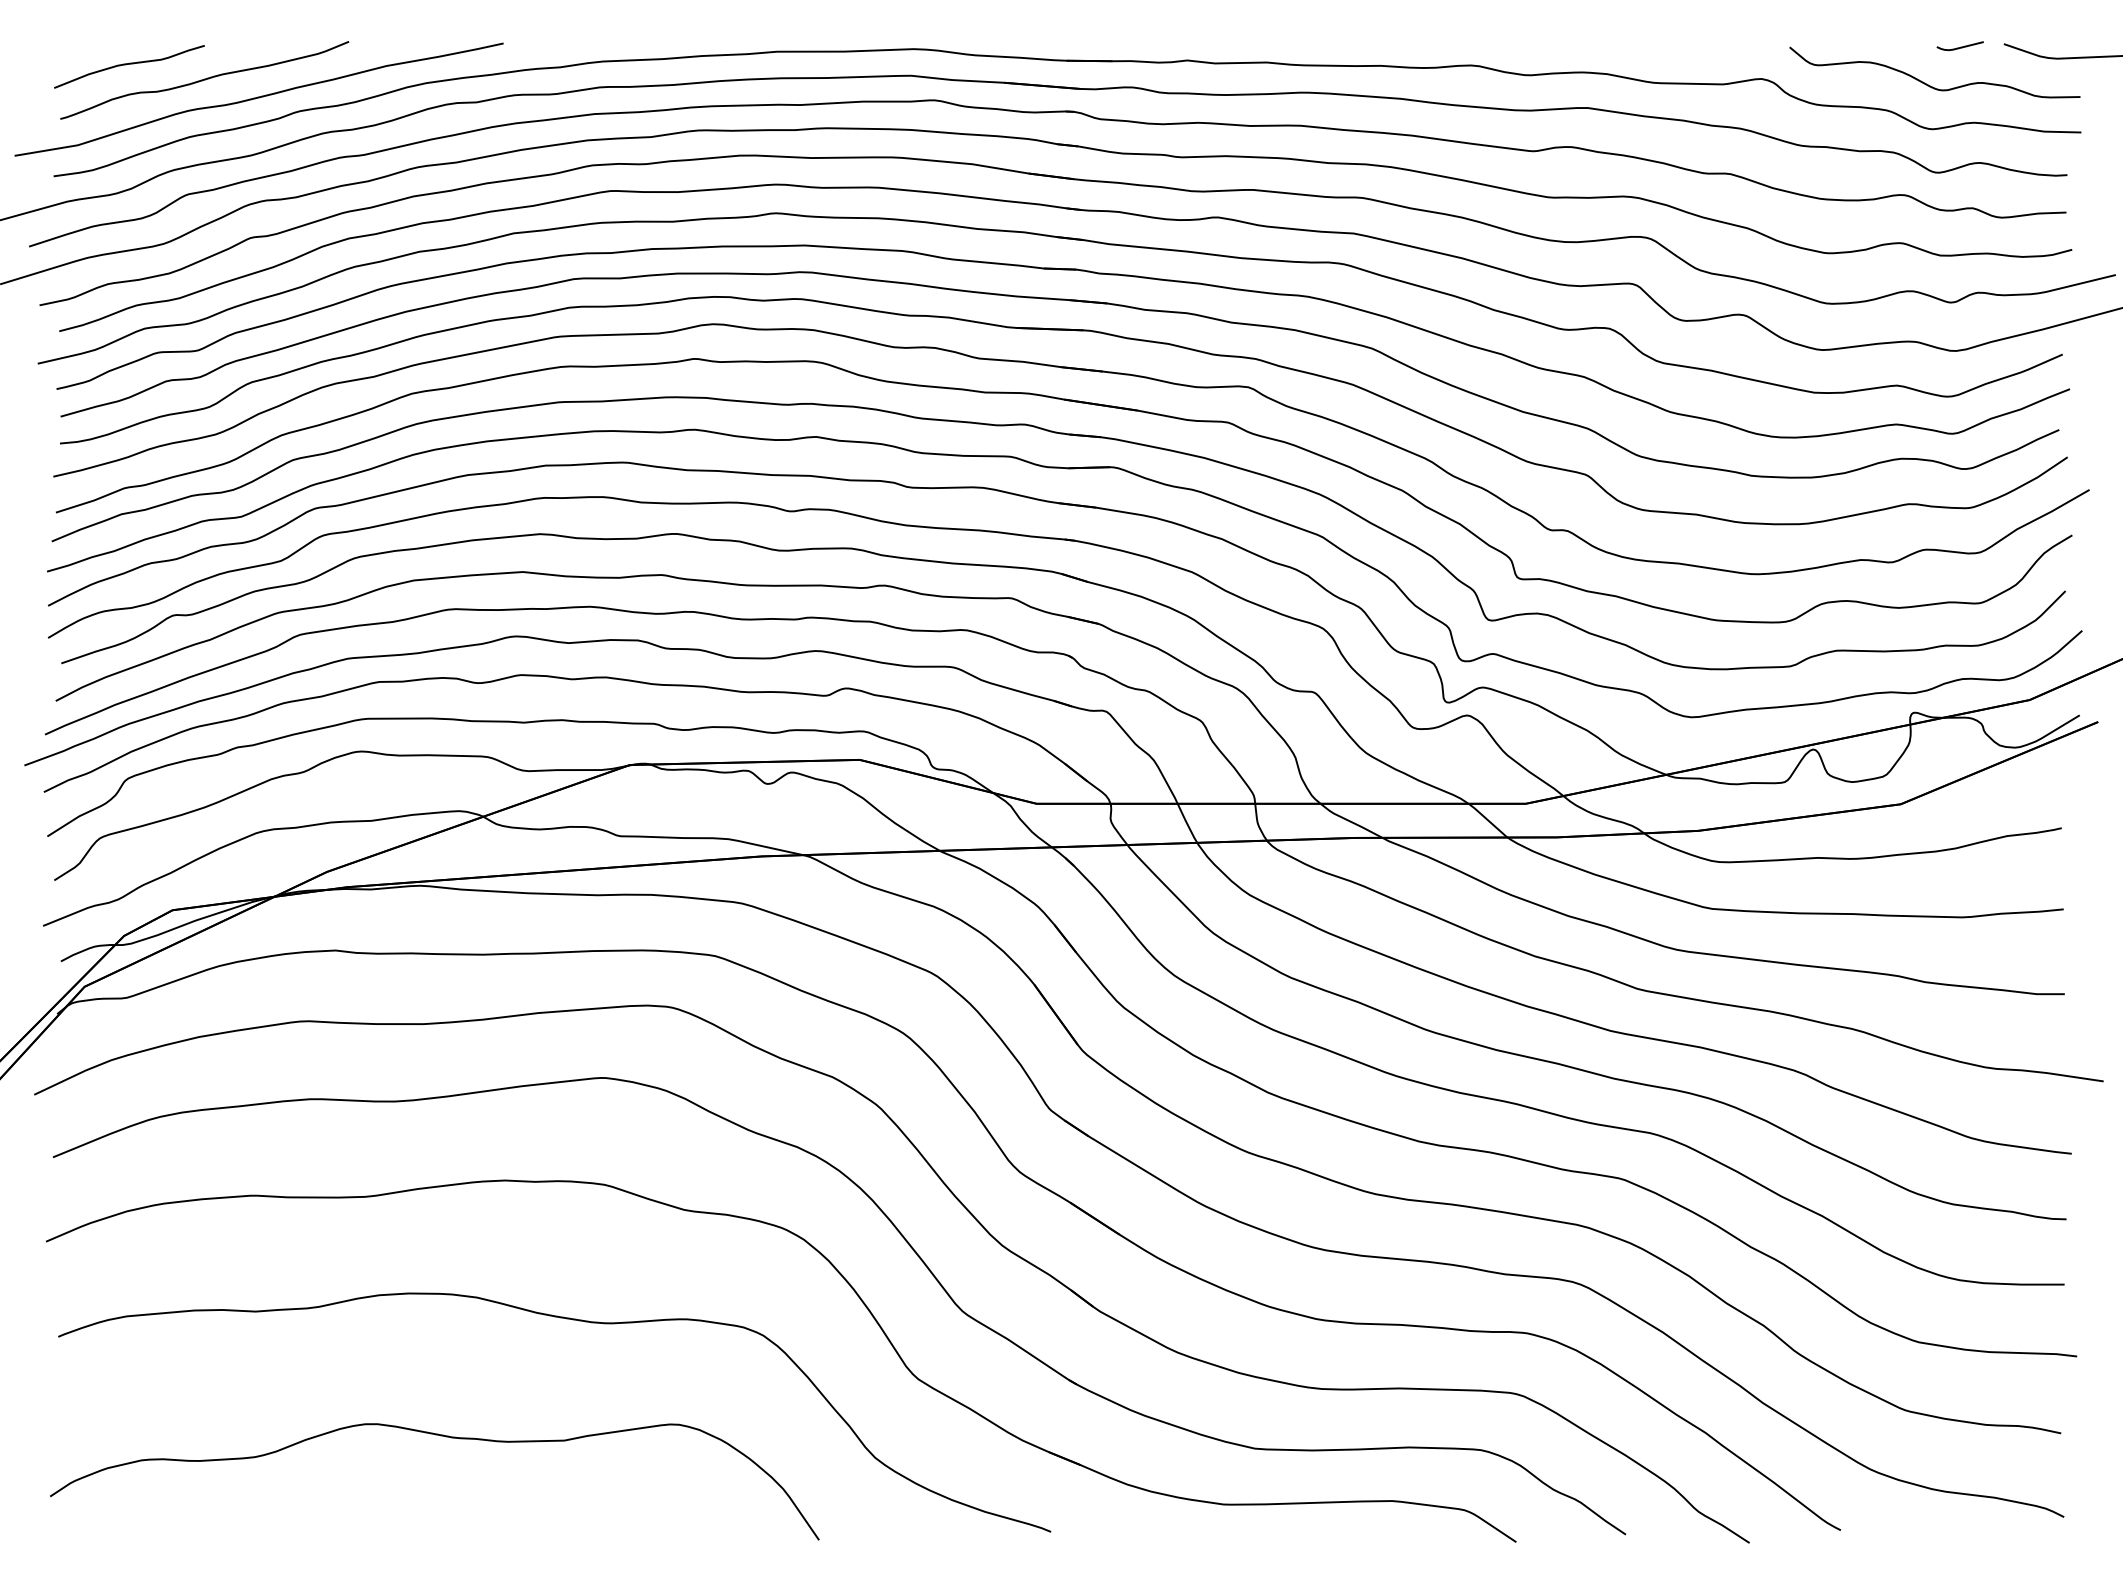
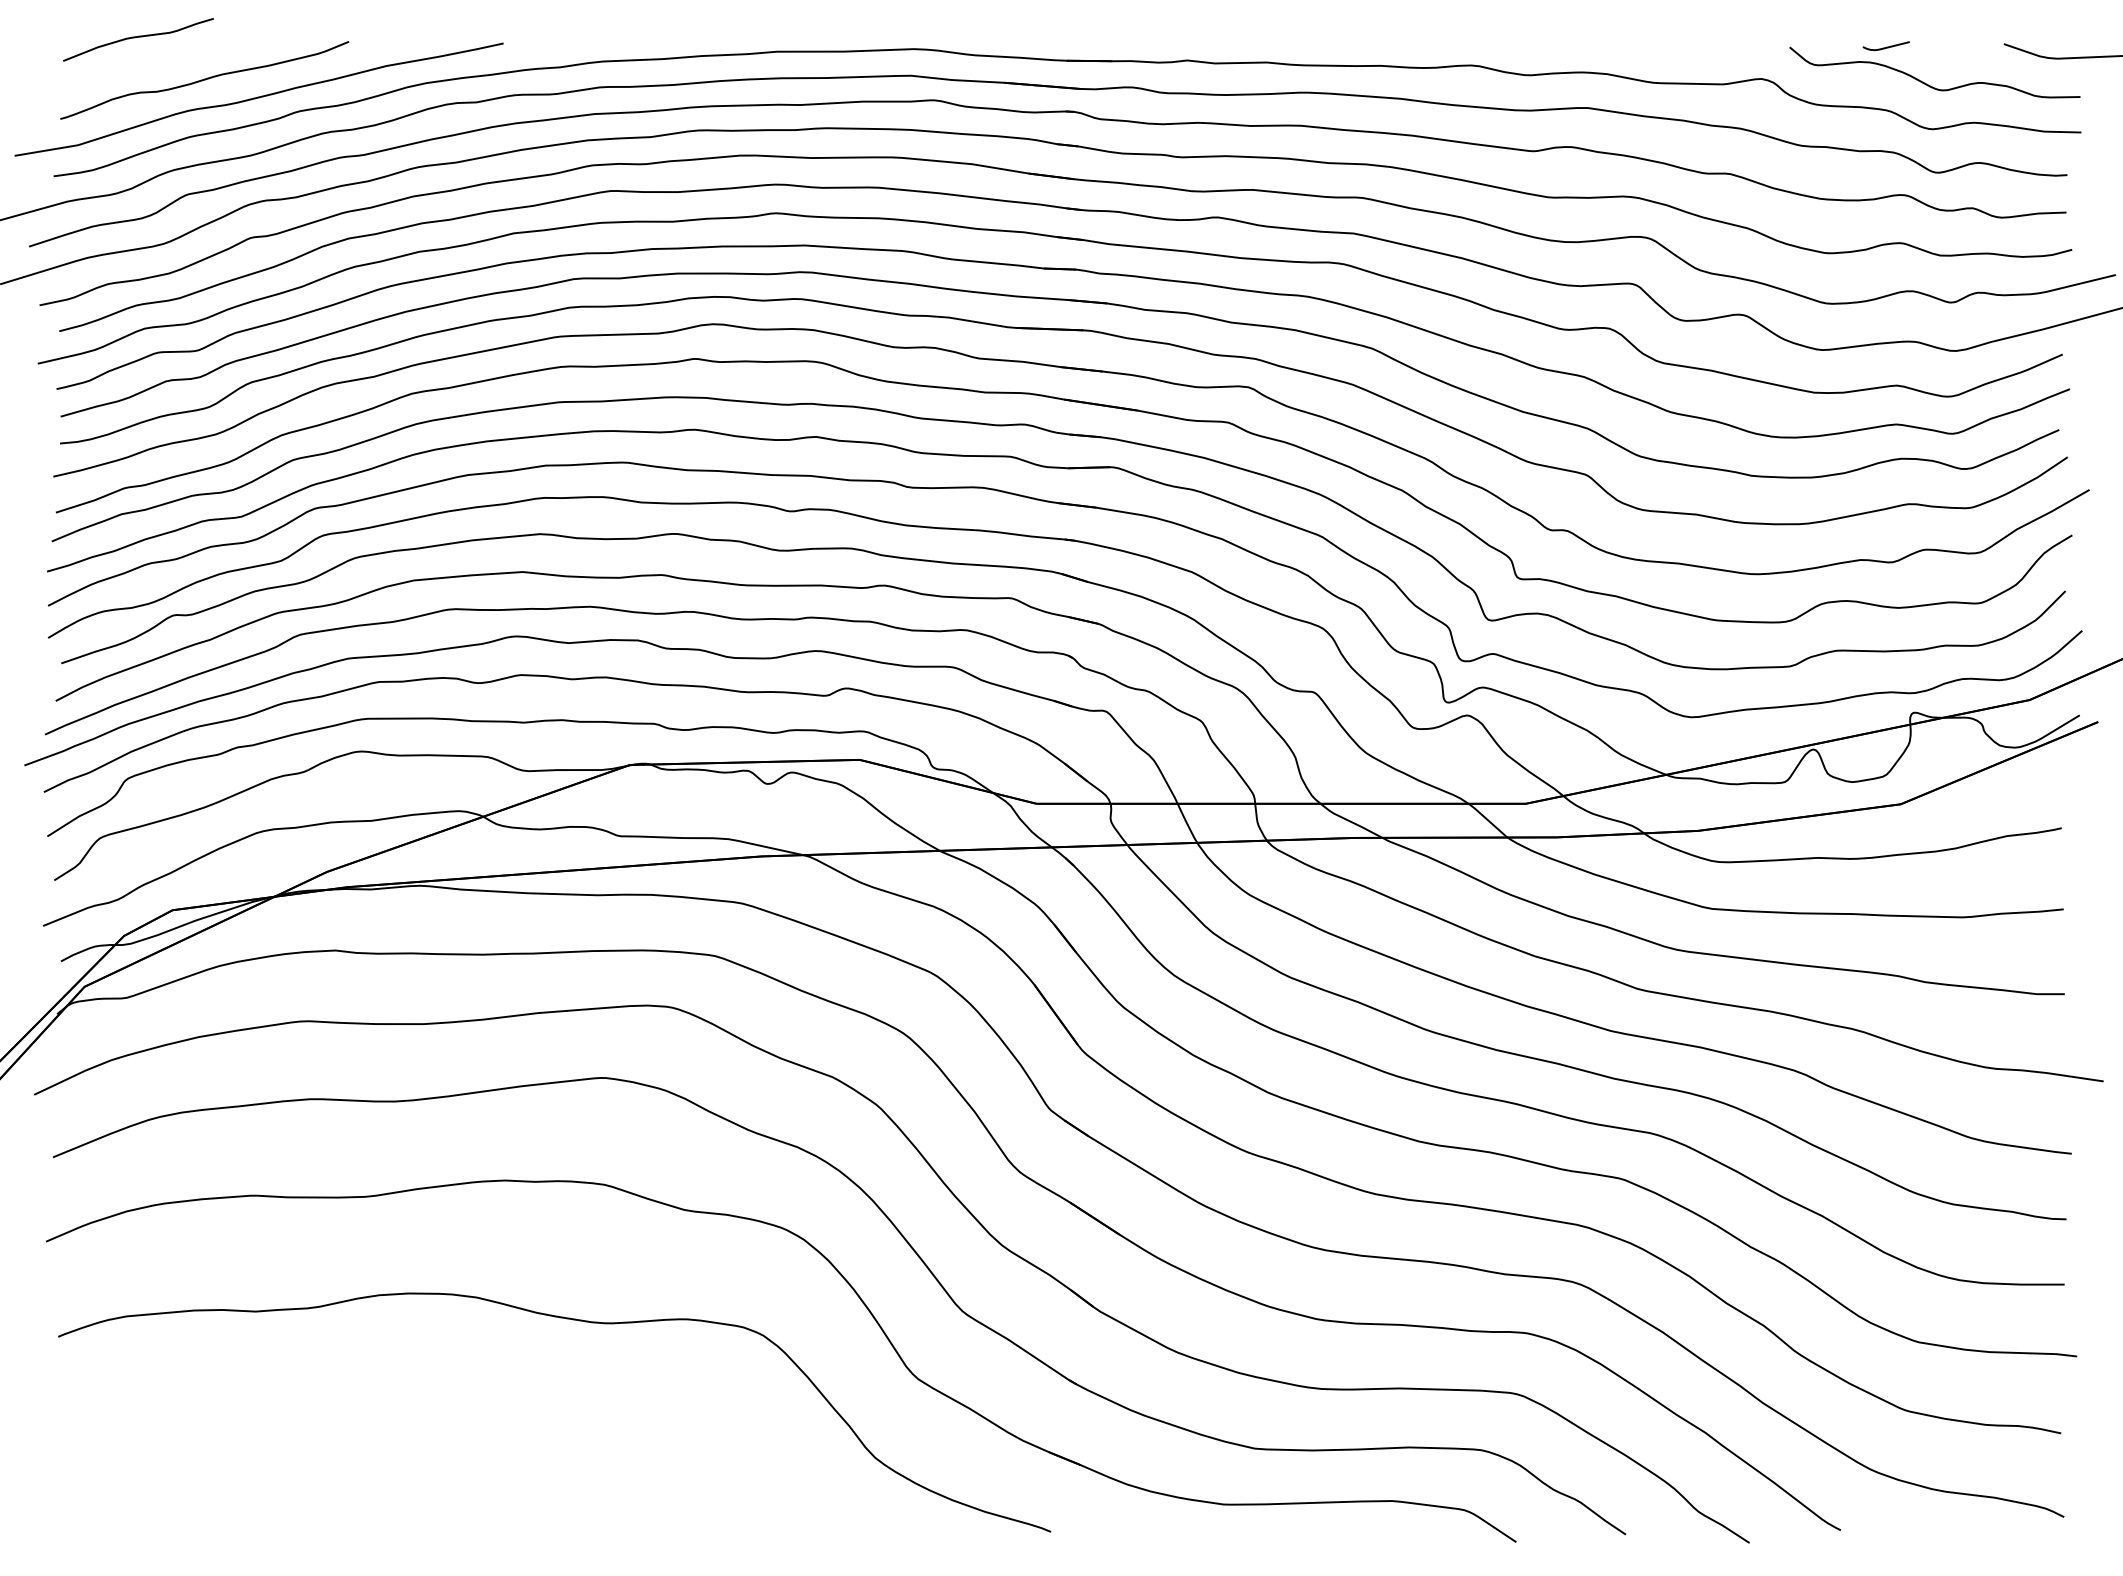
curve at (1960, 46) position: (1960, 46) -> (1886, 46)
curve at (129, 64) position: (129, 64) -> (138, 37)
curve at (440, 1436): present -> none
